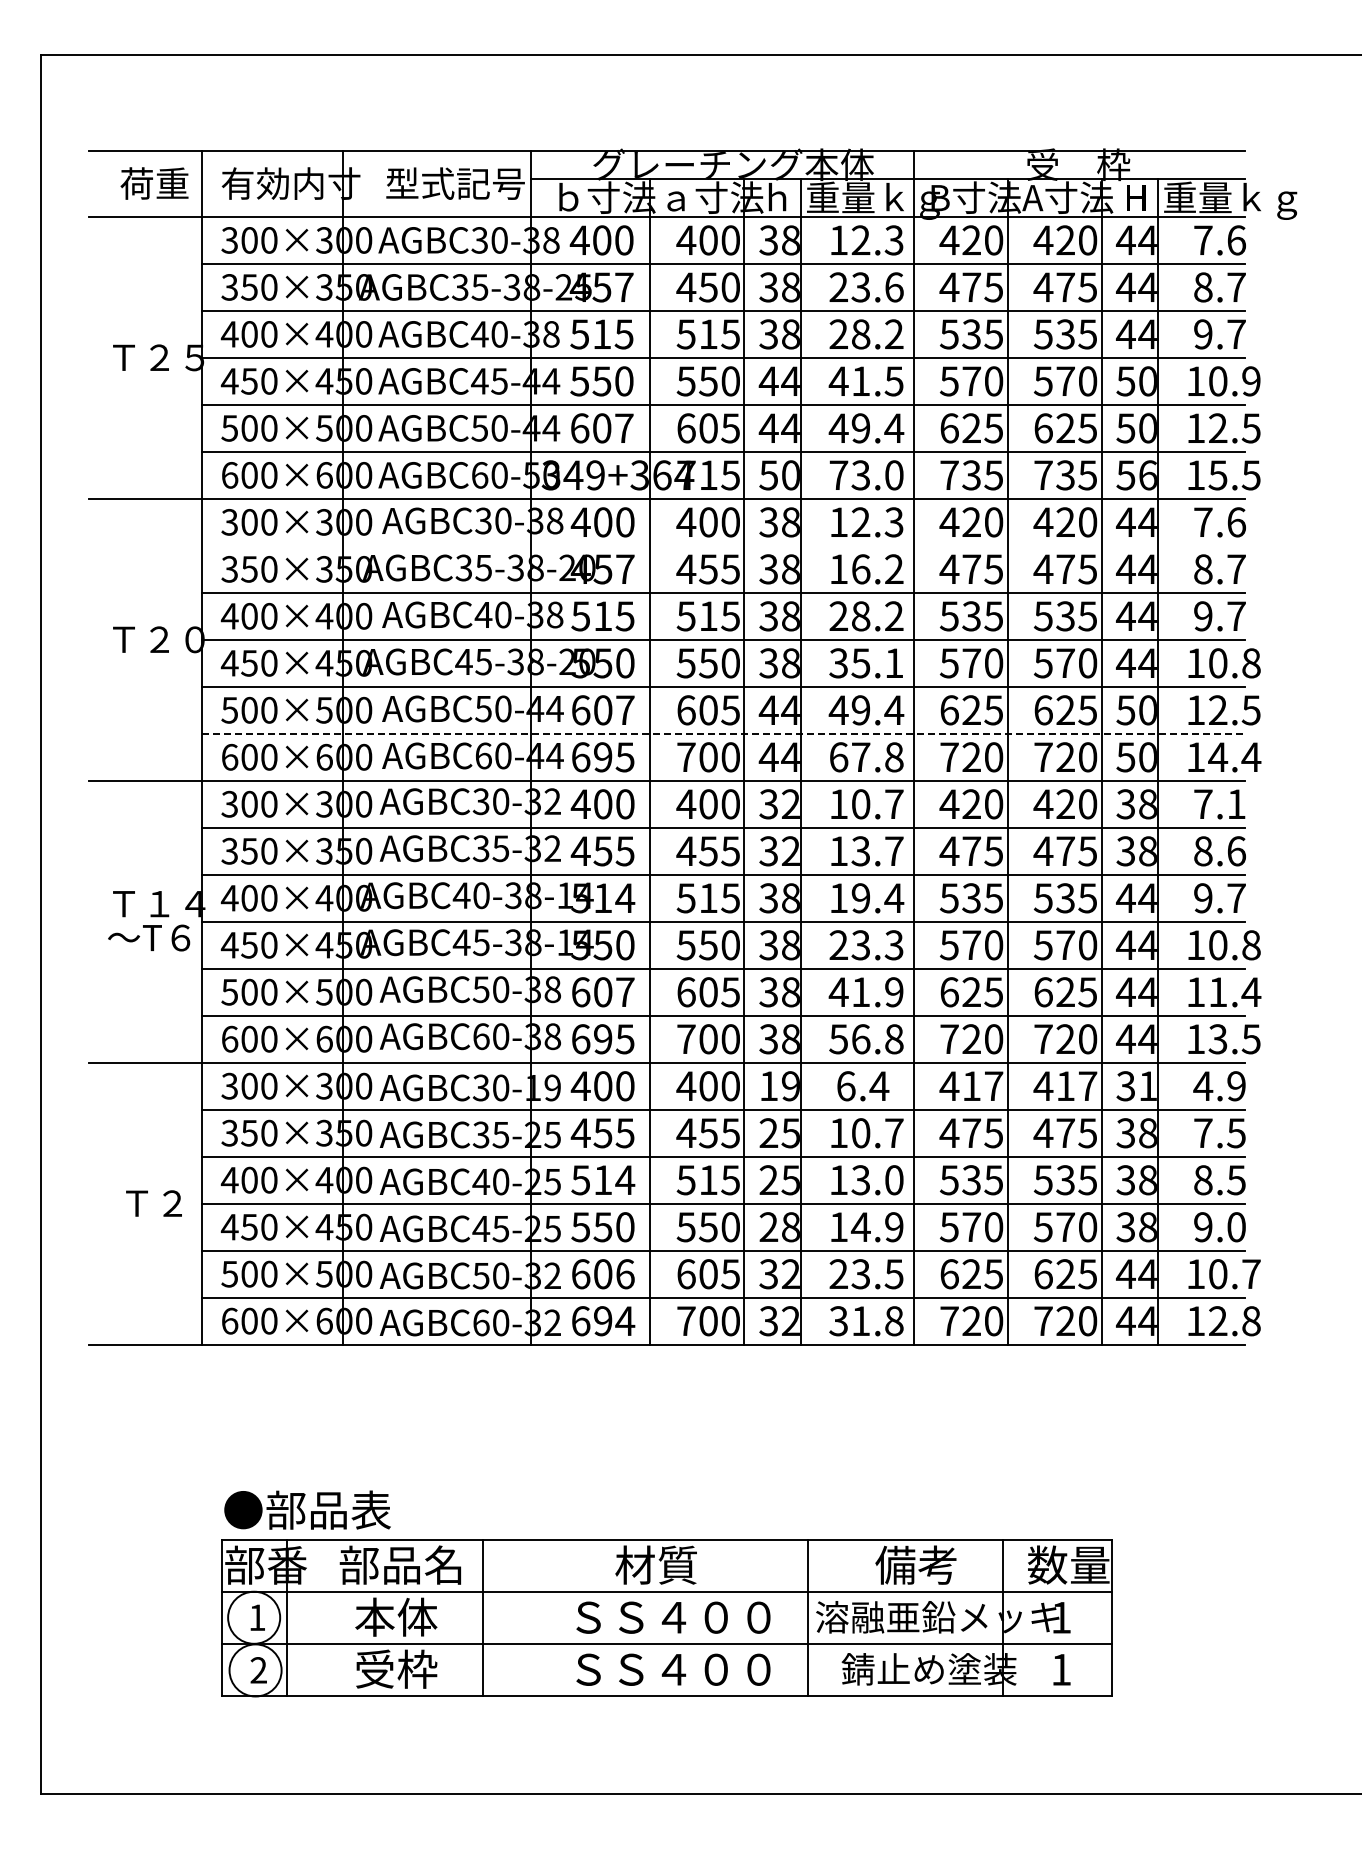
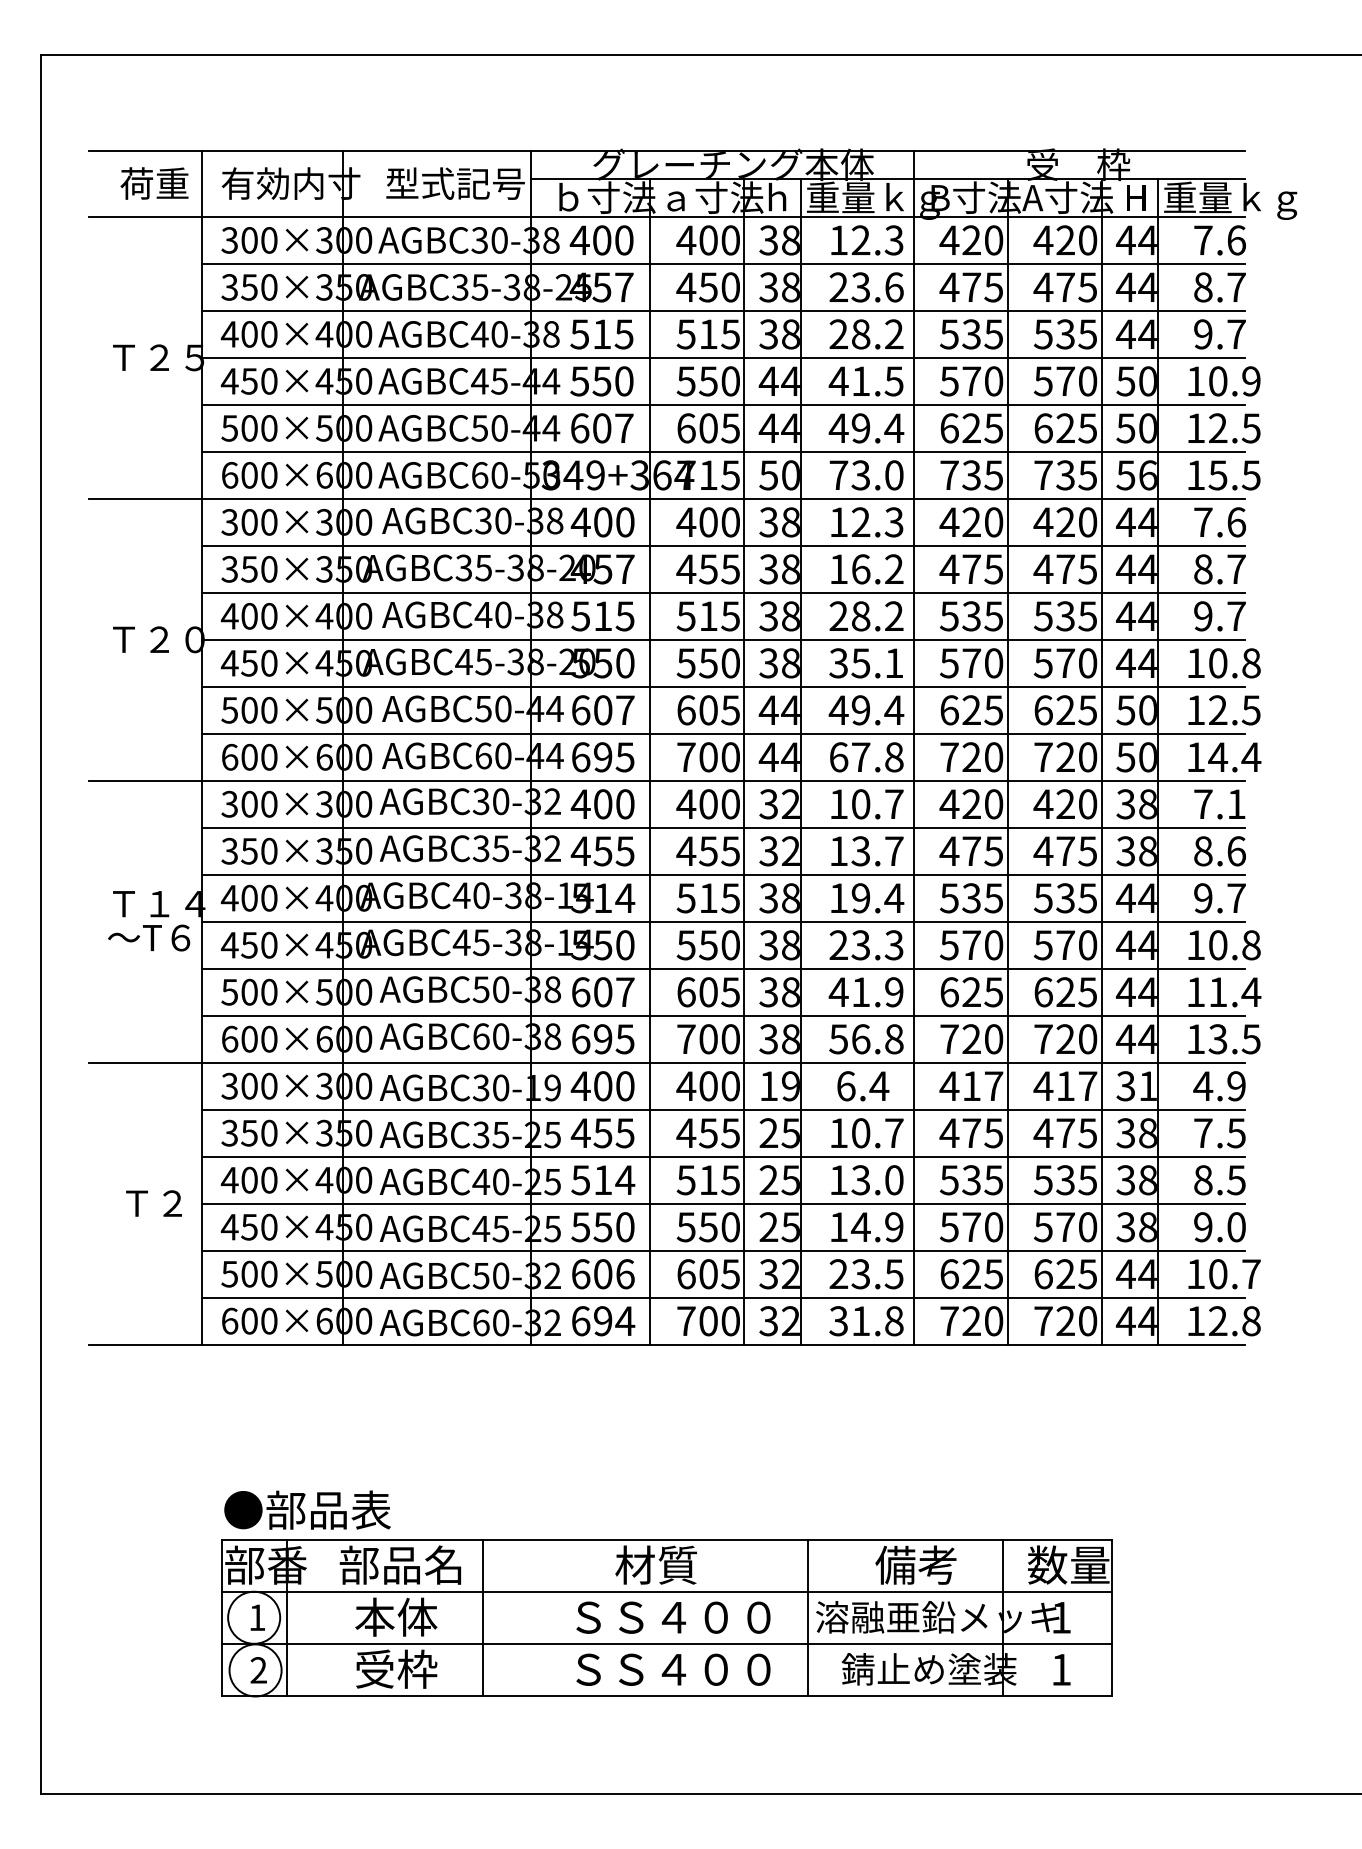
line at (722, 545): none -> present
line at (723, 733): dashed -> solid
text at (790, 1227): 28 -> 25
